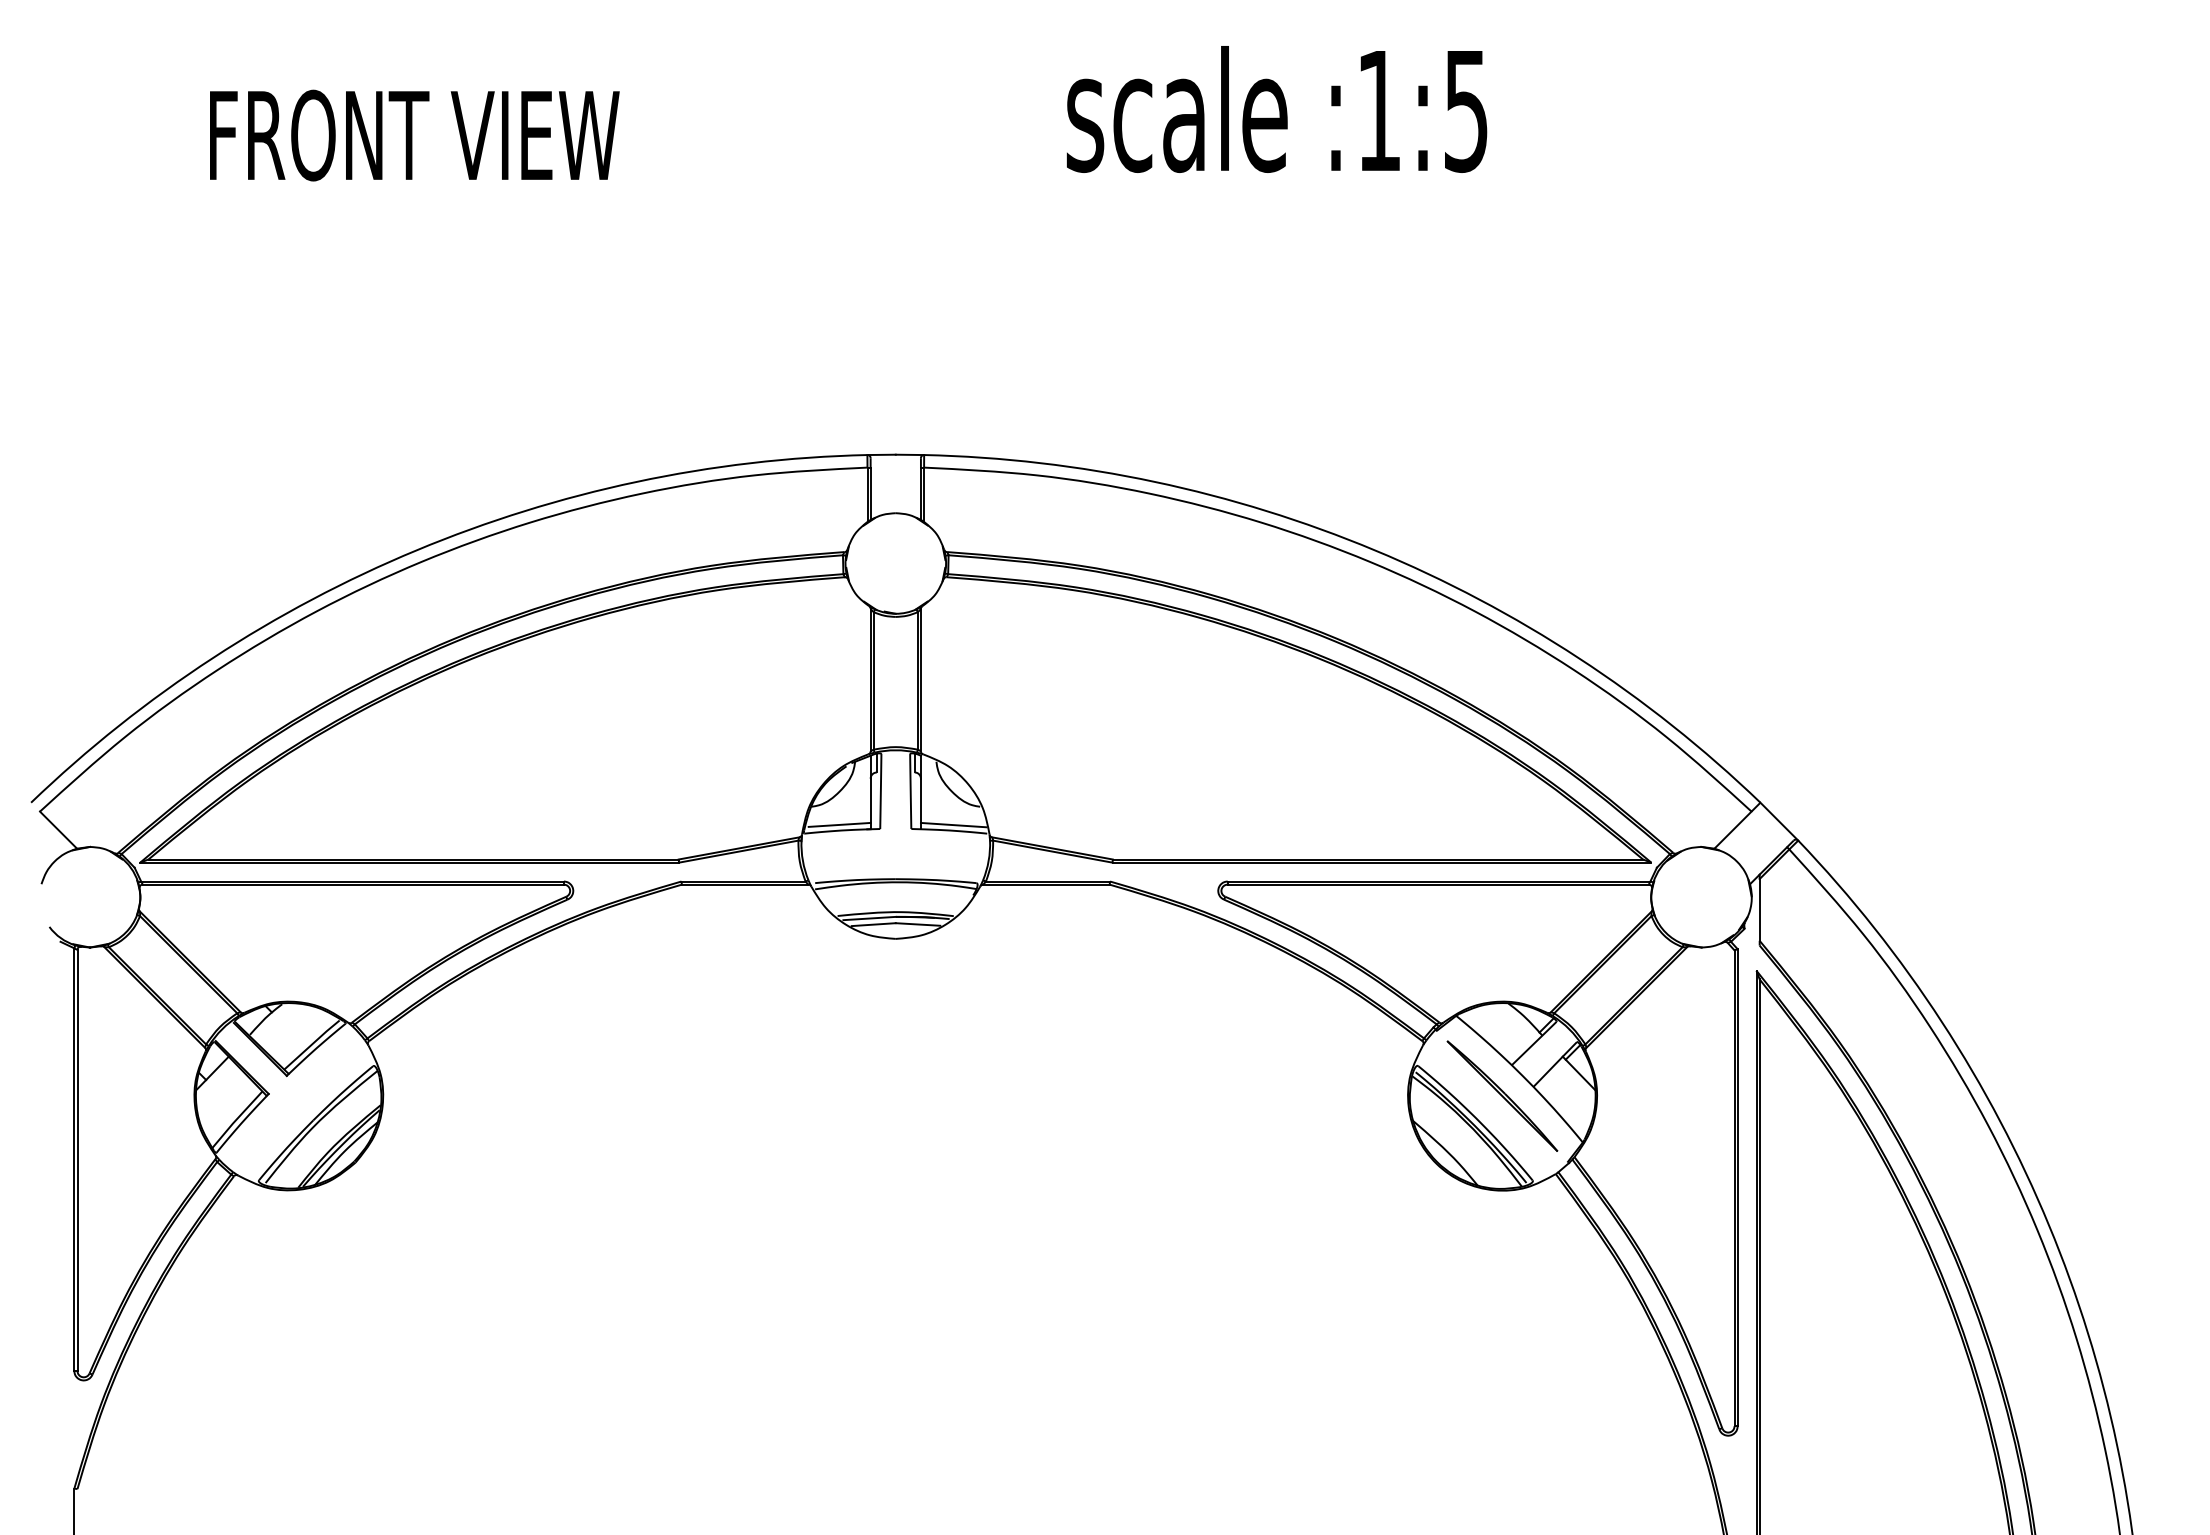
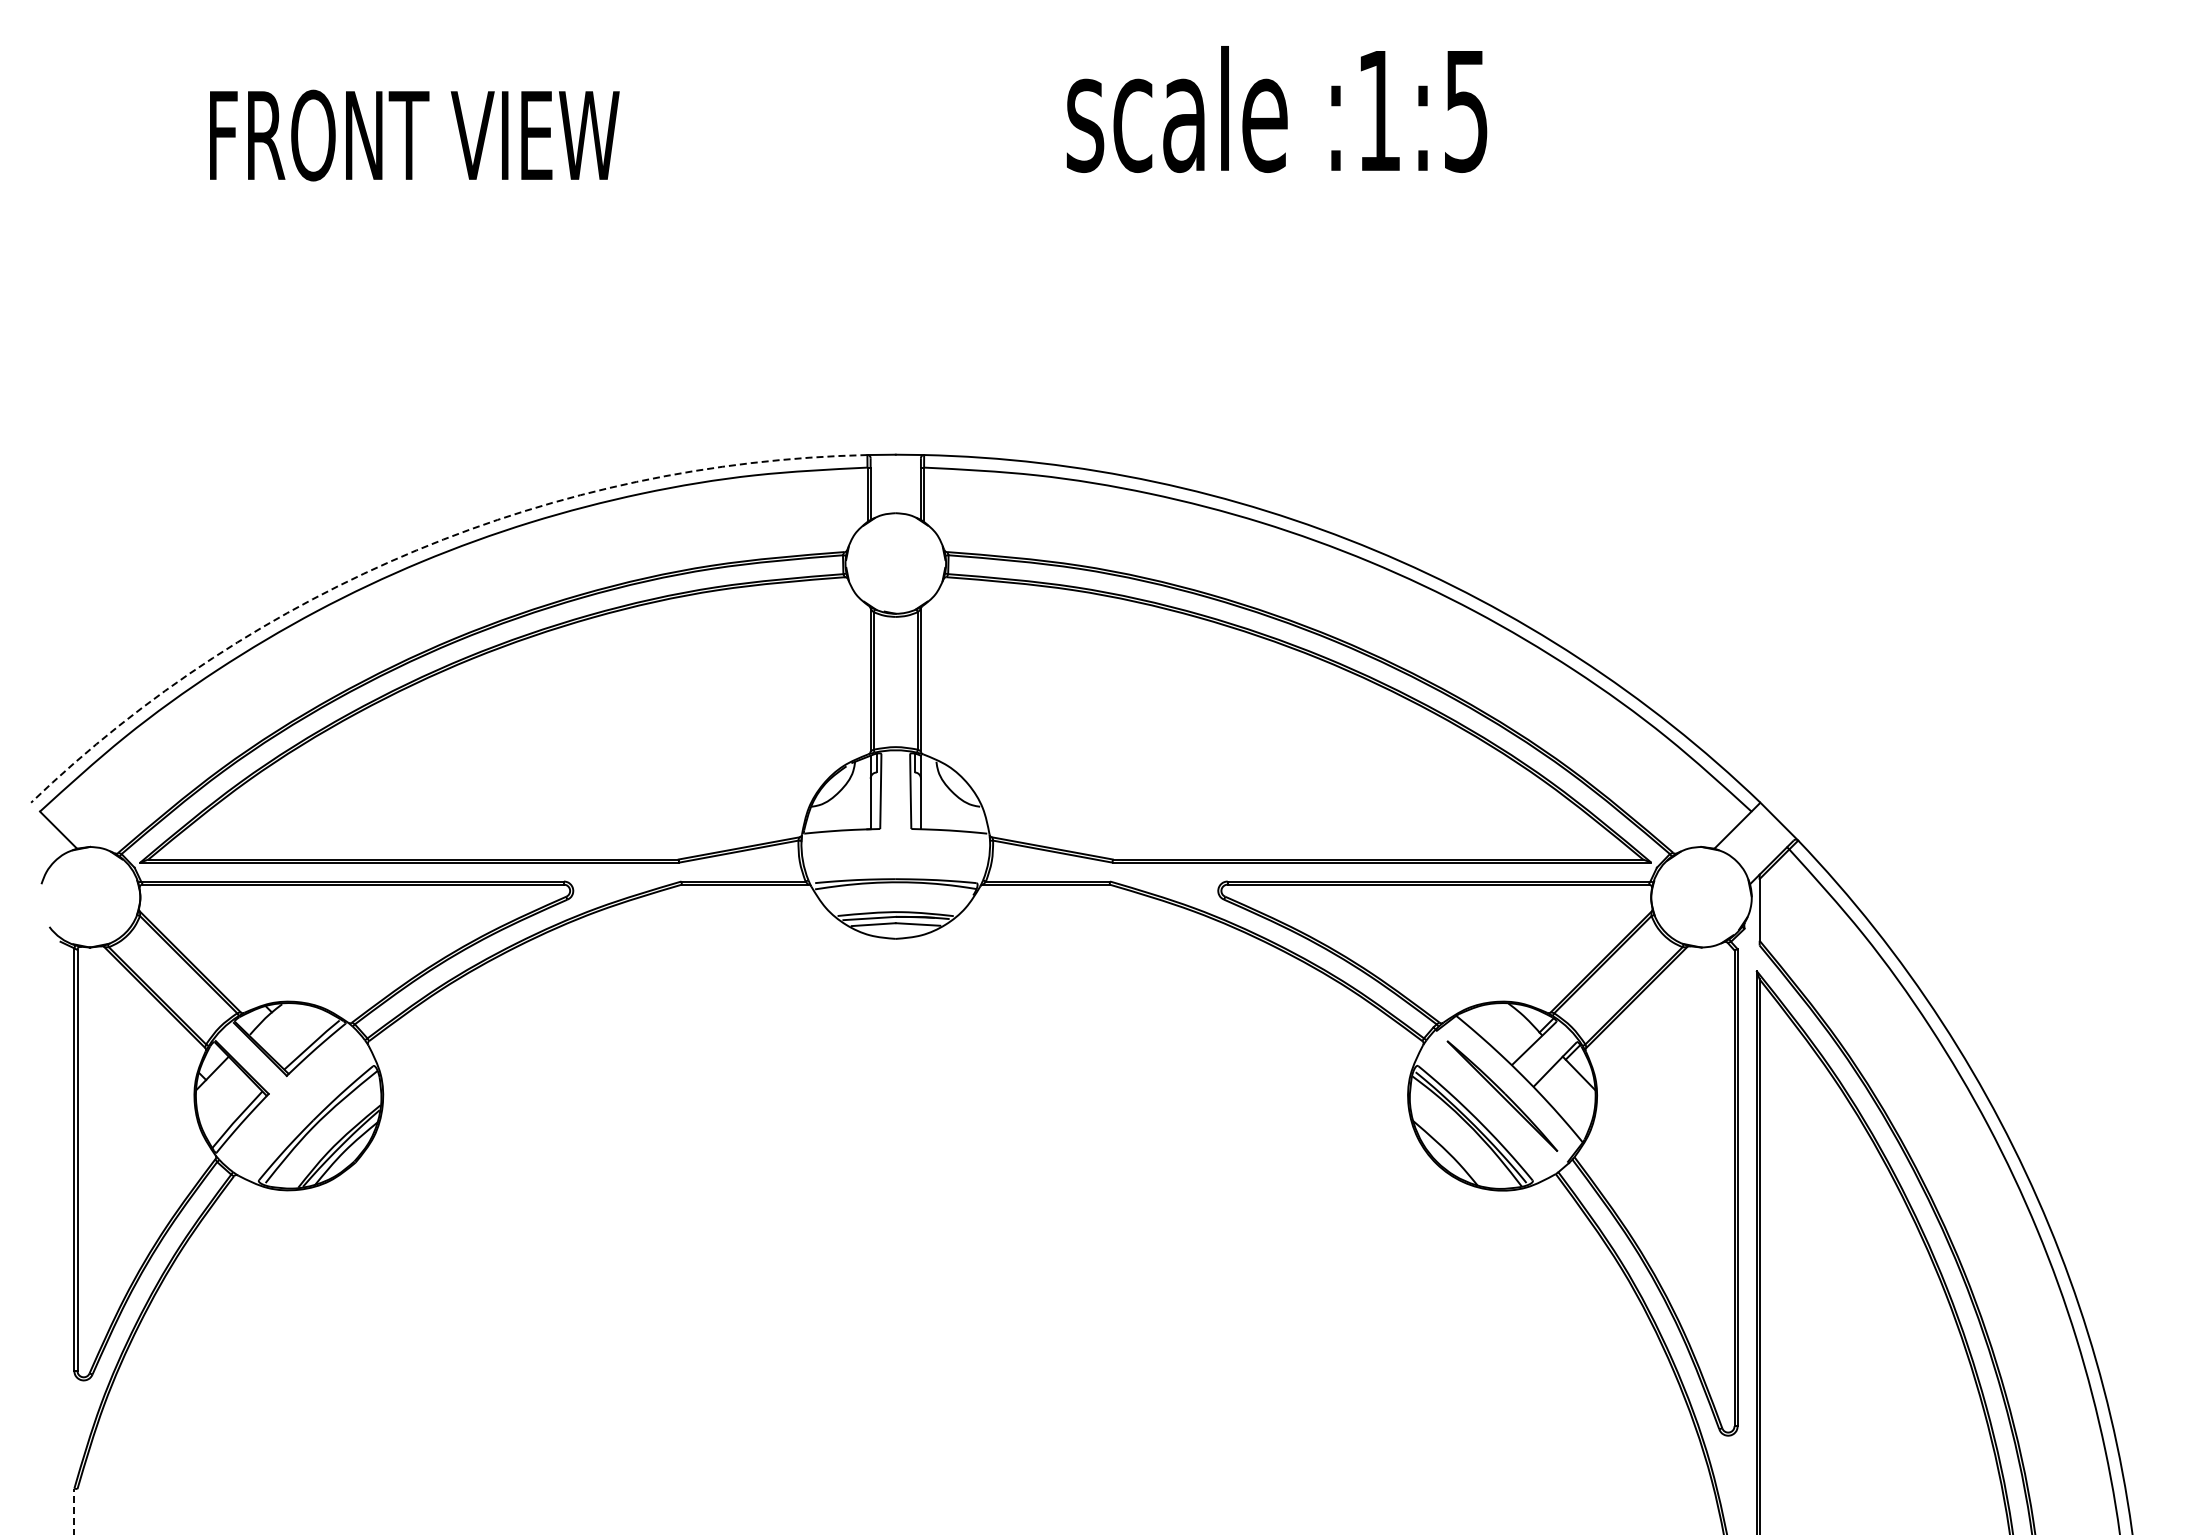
arc at (416, 550): solid -> dashed
line at (839, 824): present -> none
line at (953, 824): present -> none
line at (74, 1511): solid -> dashed
